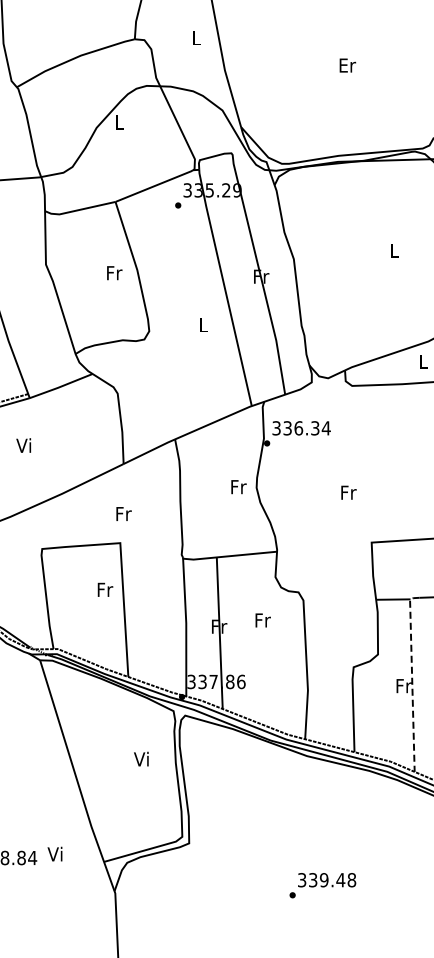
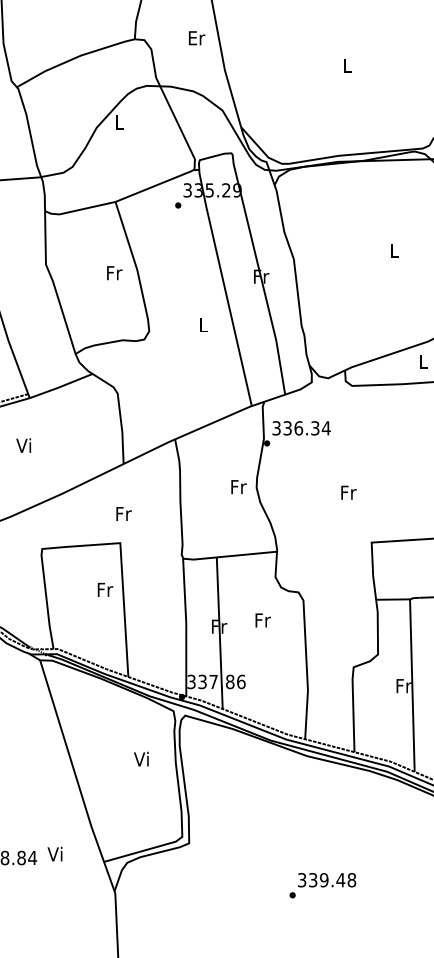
text at (197, 38): L -> Er
text at (347, 65): Er -> L
line at (412, 679): dashed -> solid
